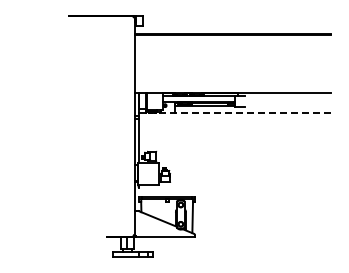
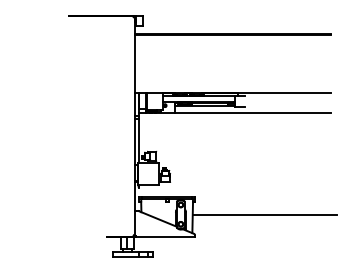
line at (238, 112): dashed -> solid
line at (264, 214): none -> present
